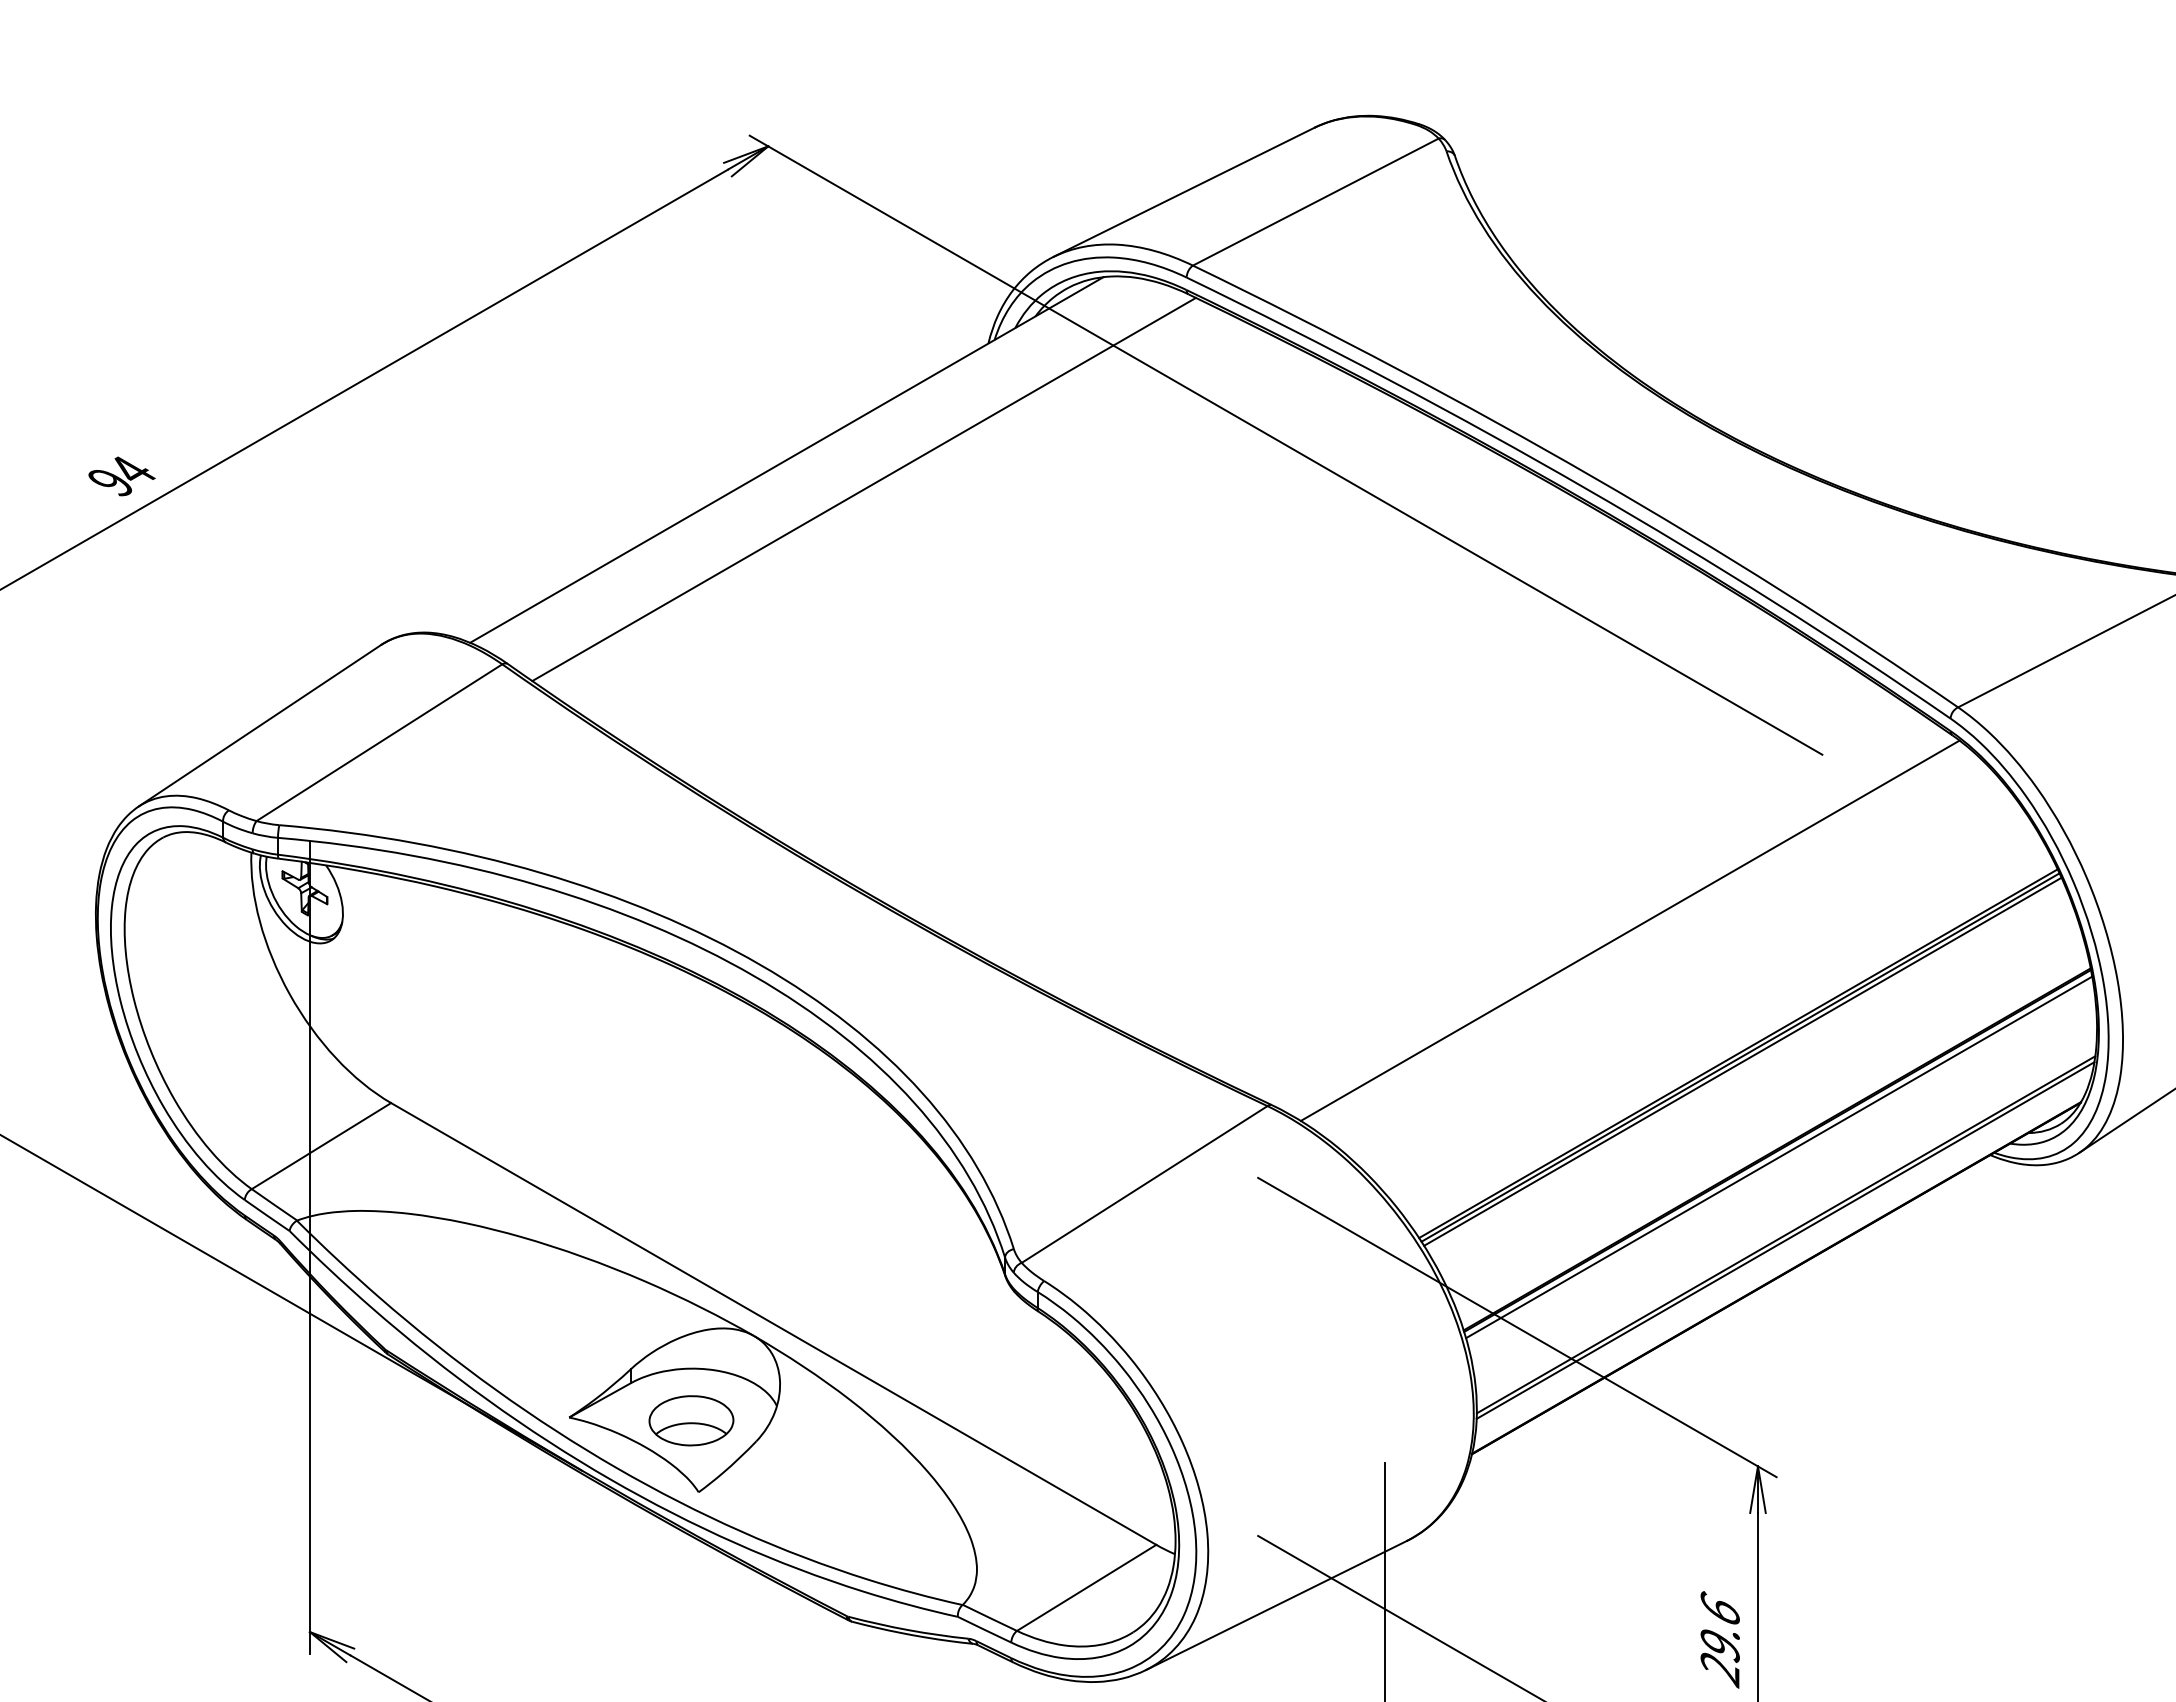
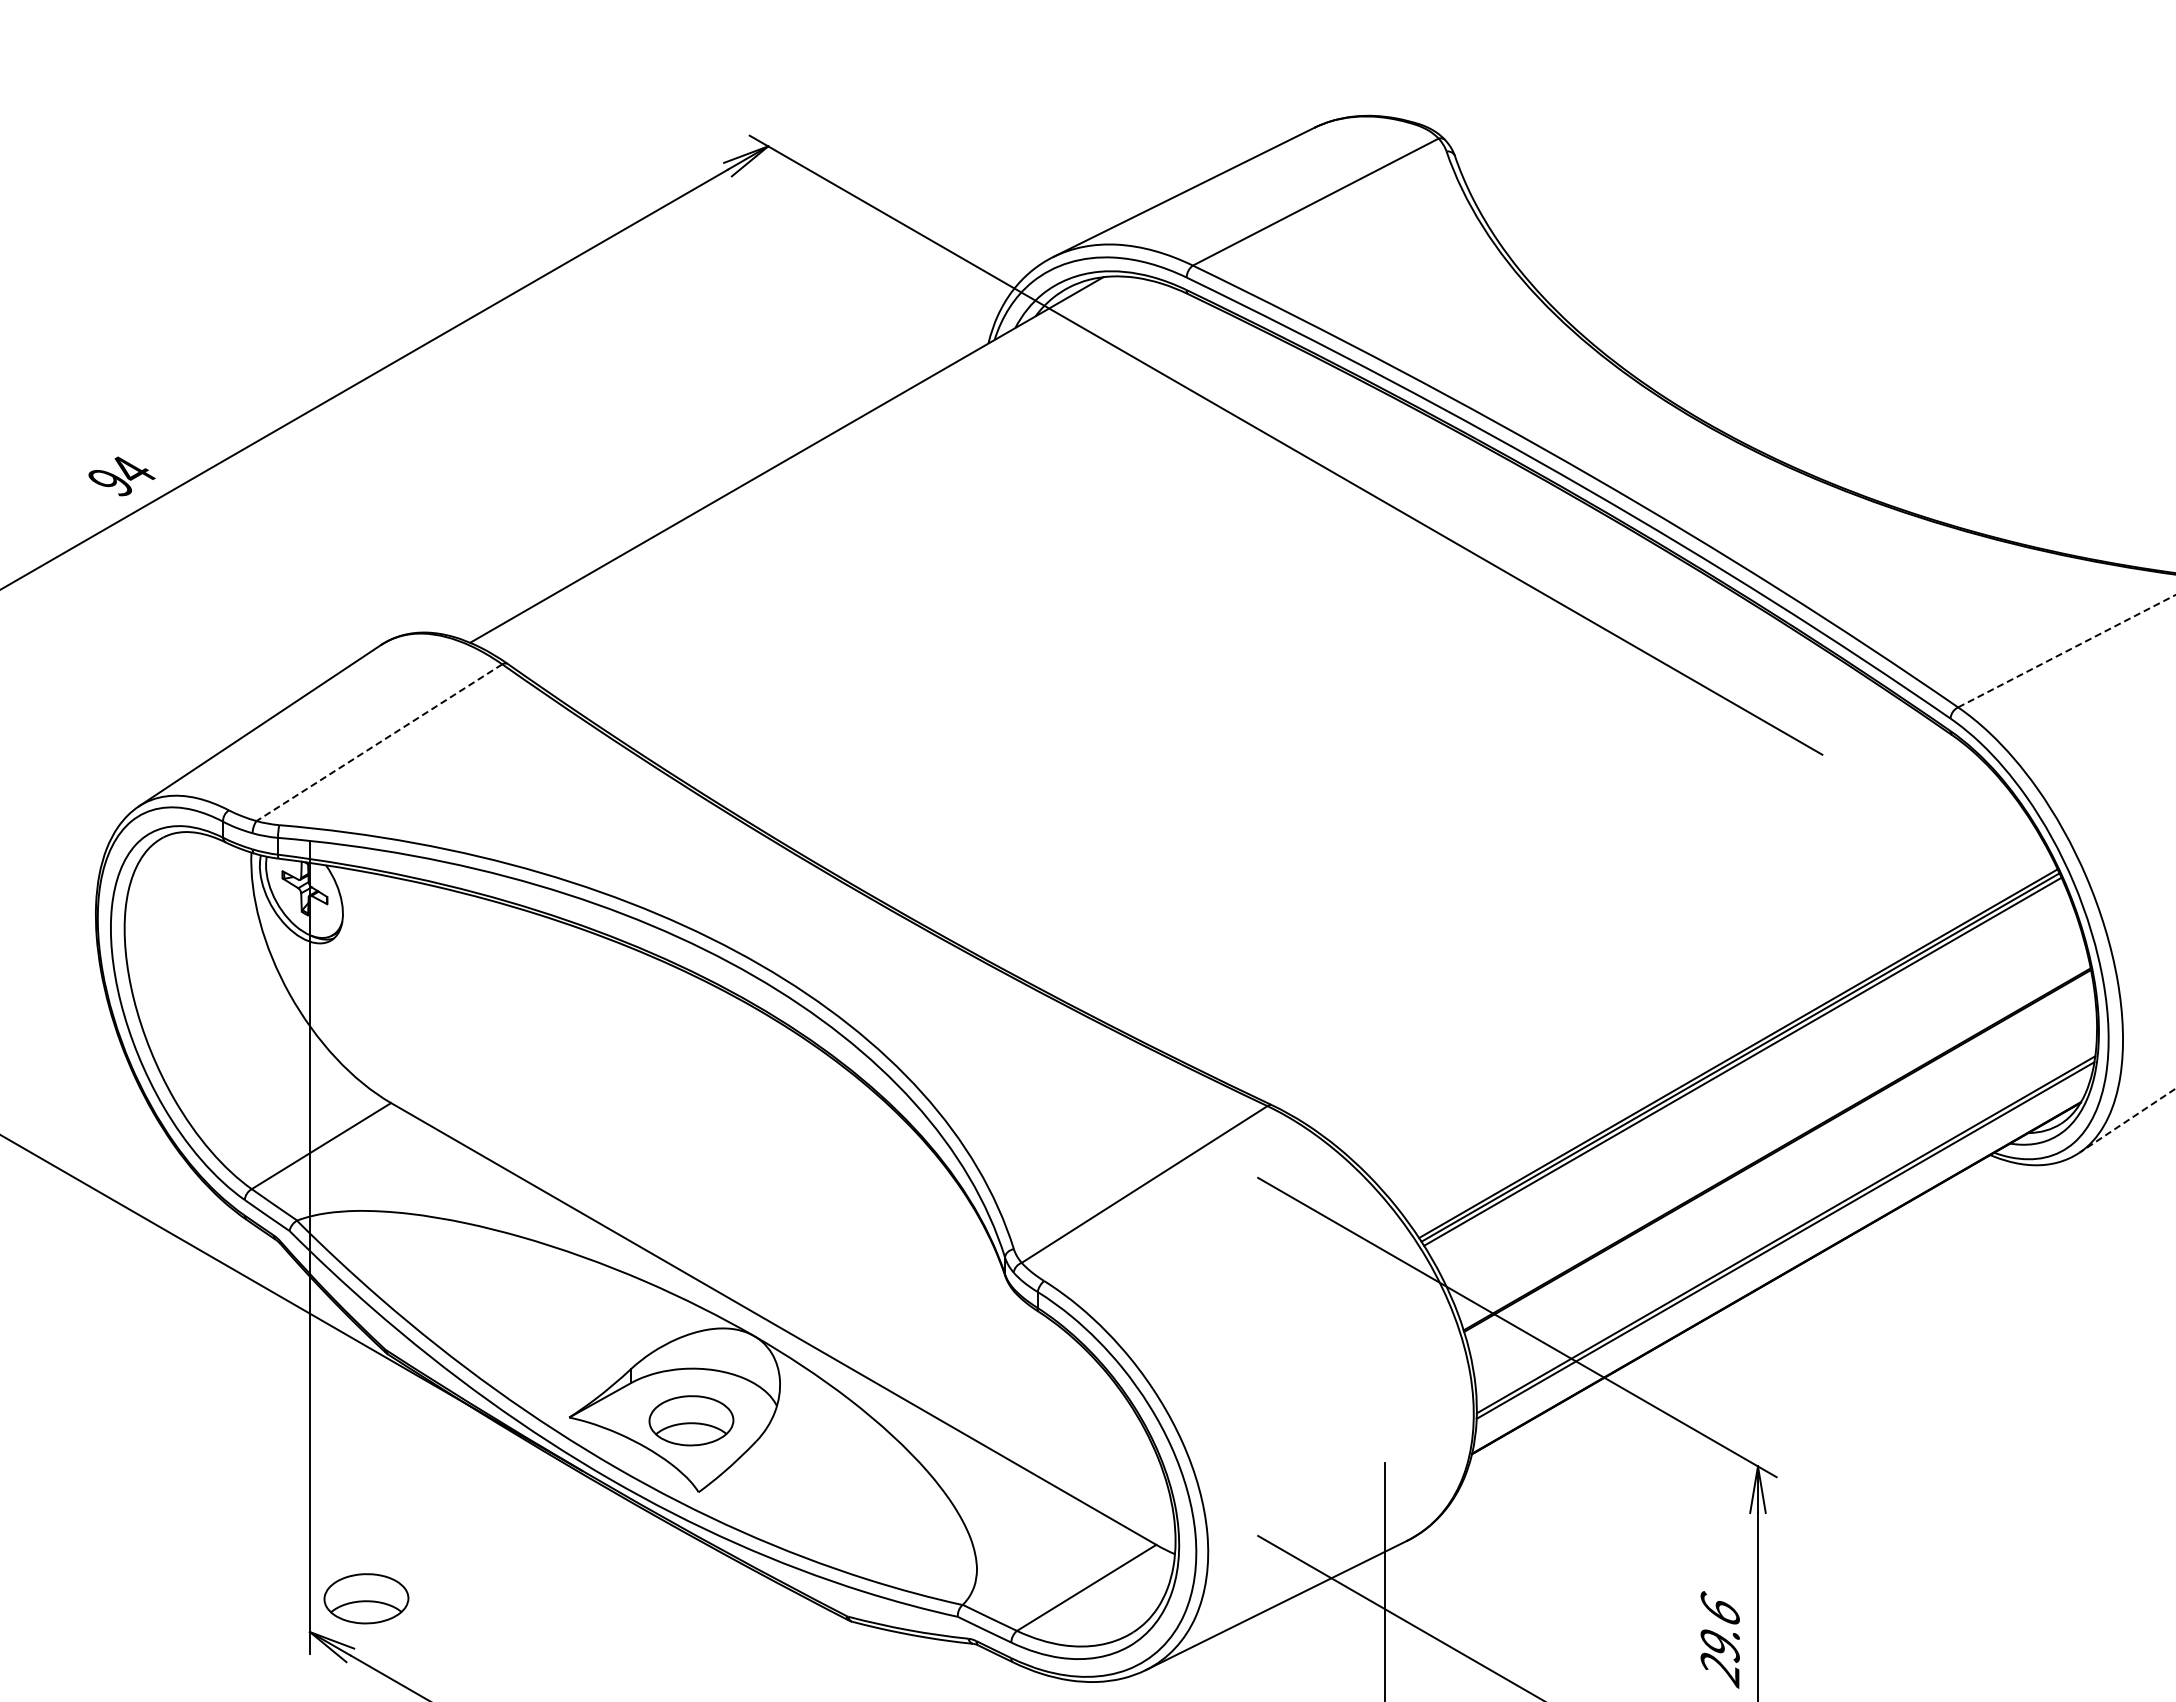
line at (863, 489): present -> none
line at (2067, 651): solid -> dashed
line at (379, 742): solid -> dashed
line at (1629, 930): present -> none
line at (2126, 1121): solid -> dashed
line at (1779, 1157): present -> none
part at (366, 1598): none -> present
